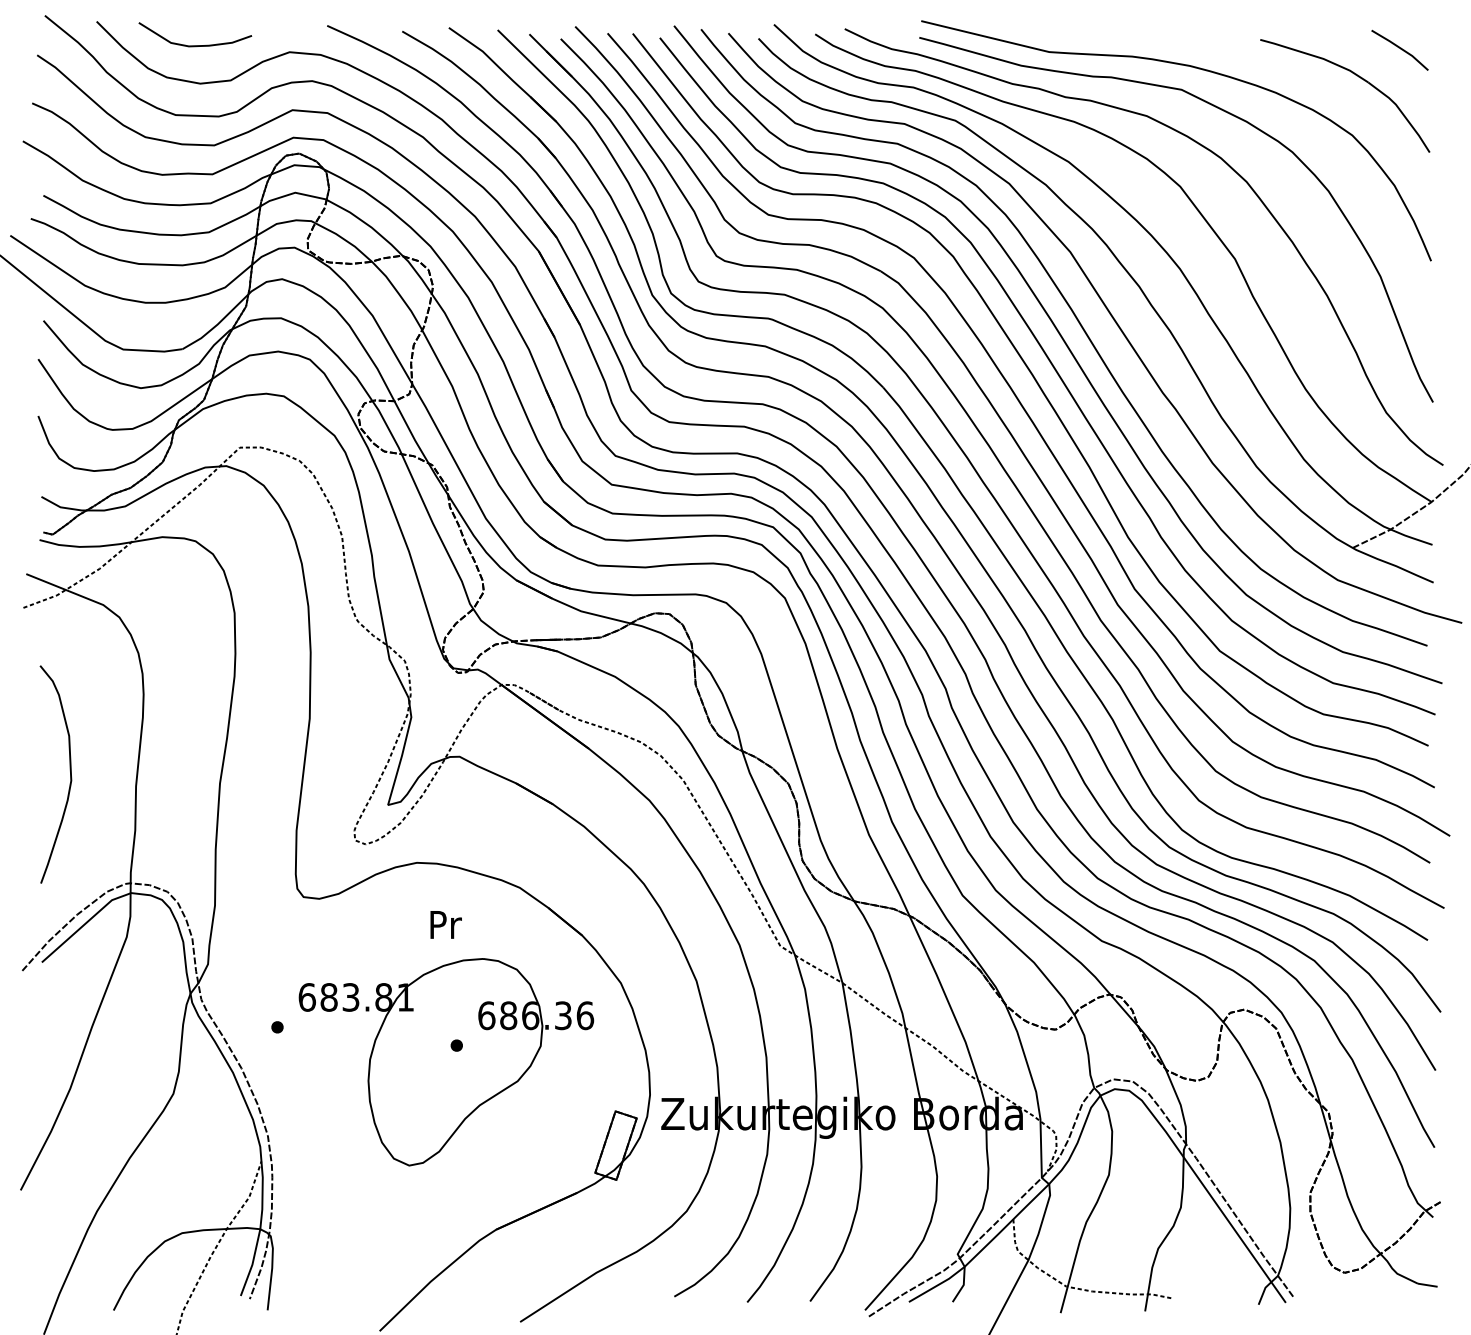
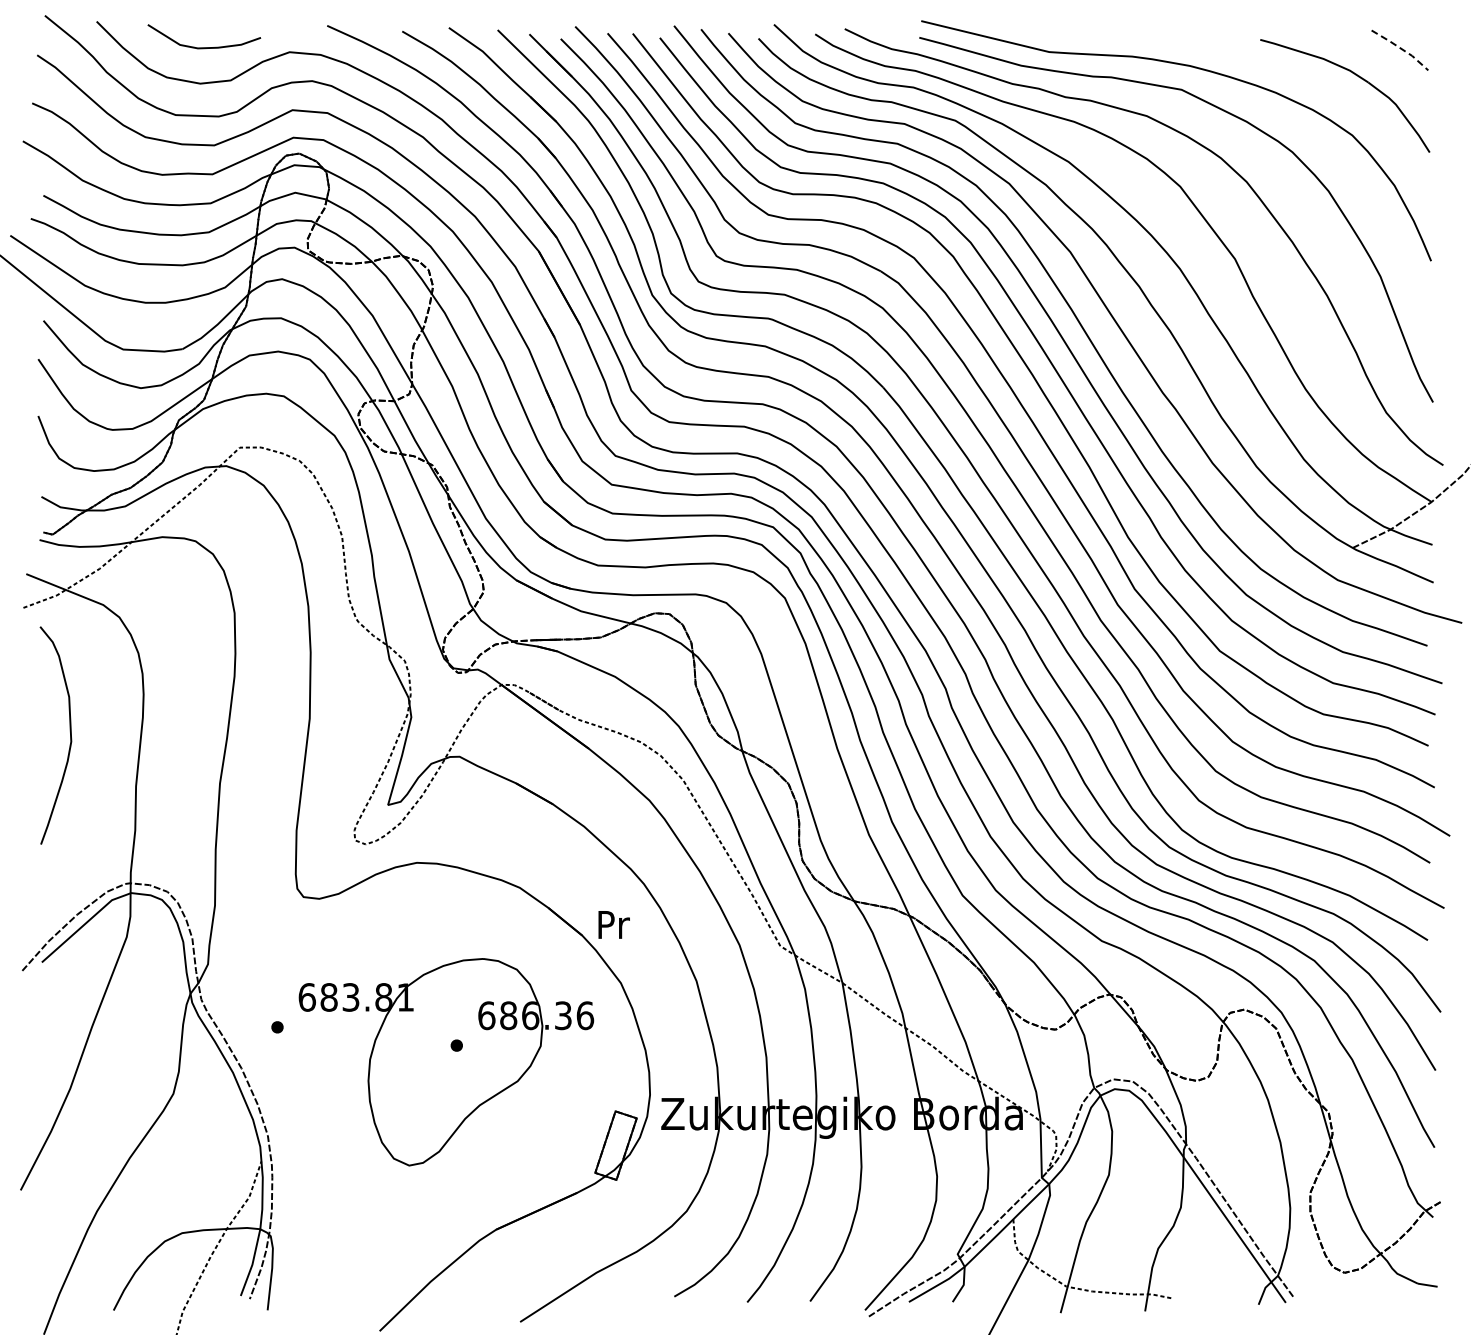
curve at (195, 45) position: (195, 45) -> (204, 47)
line at (1401, 48): solid -> dashed
curve at (69, 770) position: (69, 770) -> (69, 731)
text at (445, 924) position: (445, 924) -> (613, 924)
